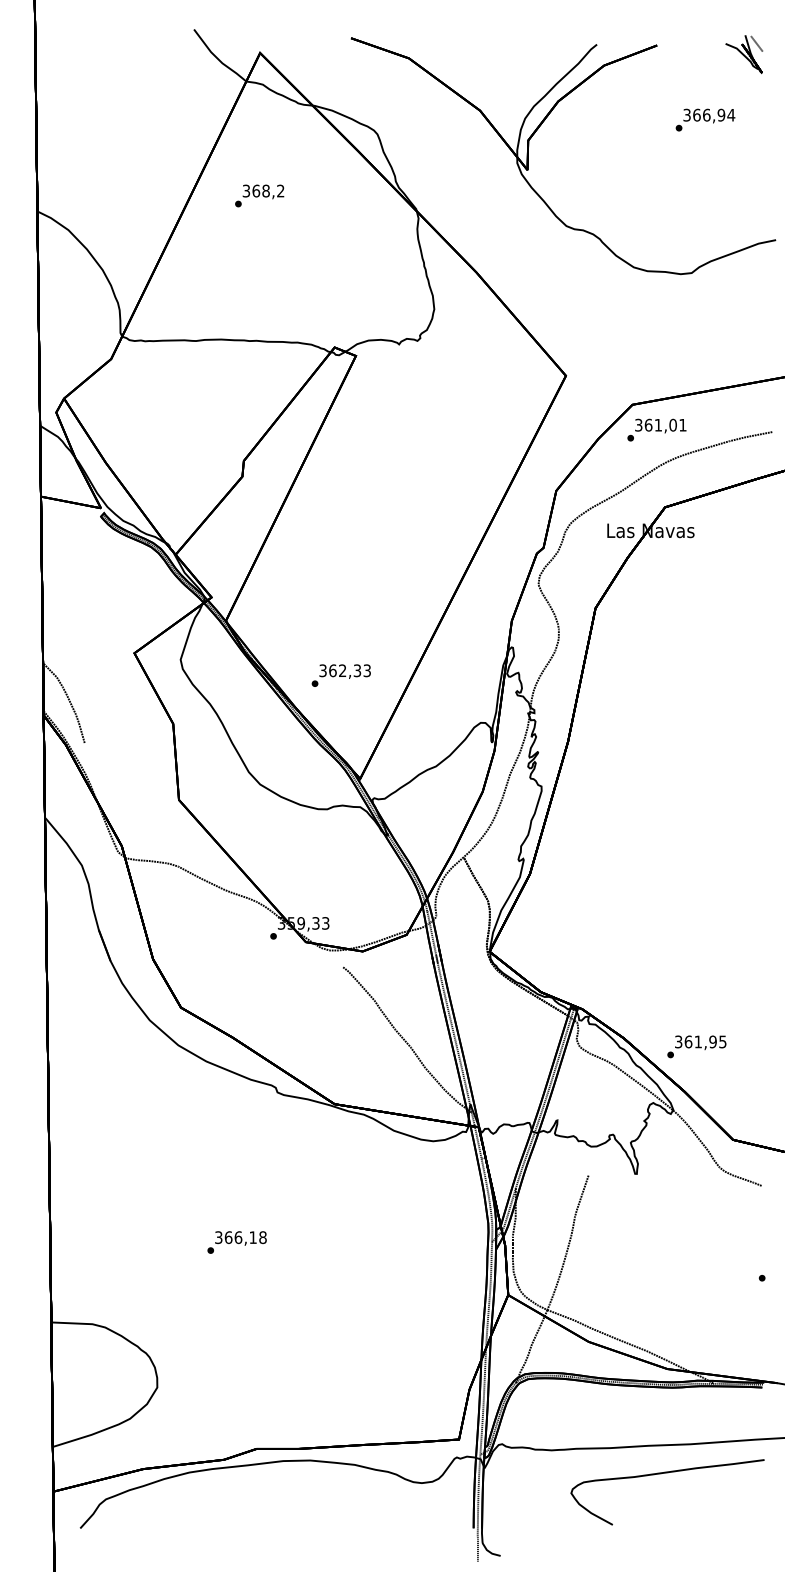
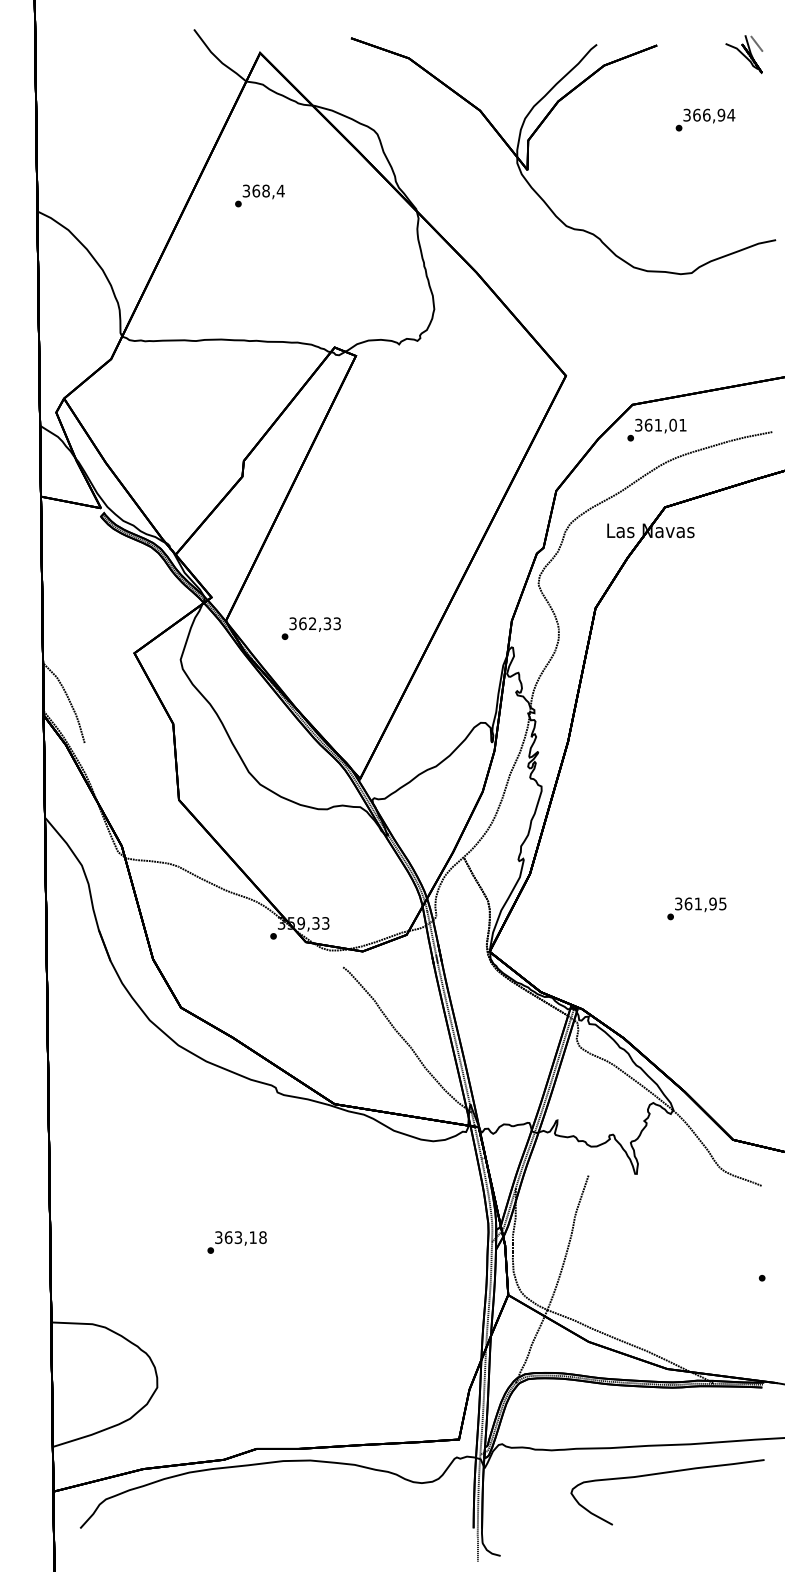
text at (280, 190): 368,2 -> 368,4
text at (340, 675) position: (340, 675) -> (310, 628)
text at (696, 1046) position: (696, 1046) -> (696, 908)
text at (238, 1237): 366,18 -> 363,18
